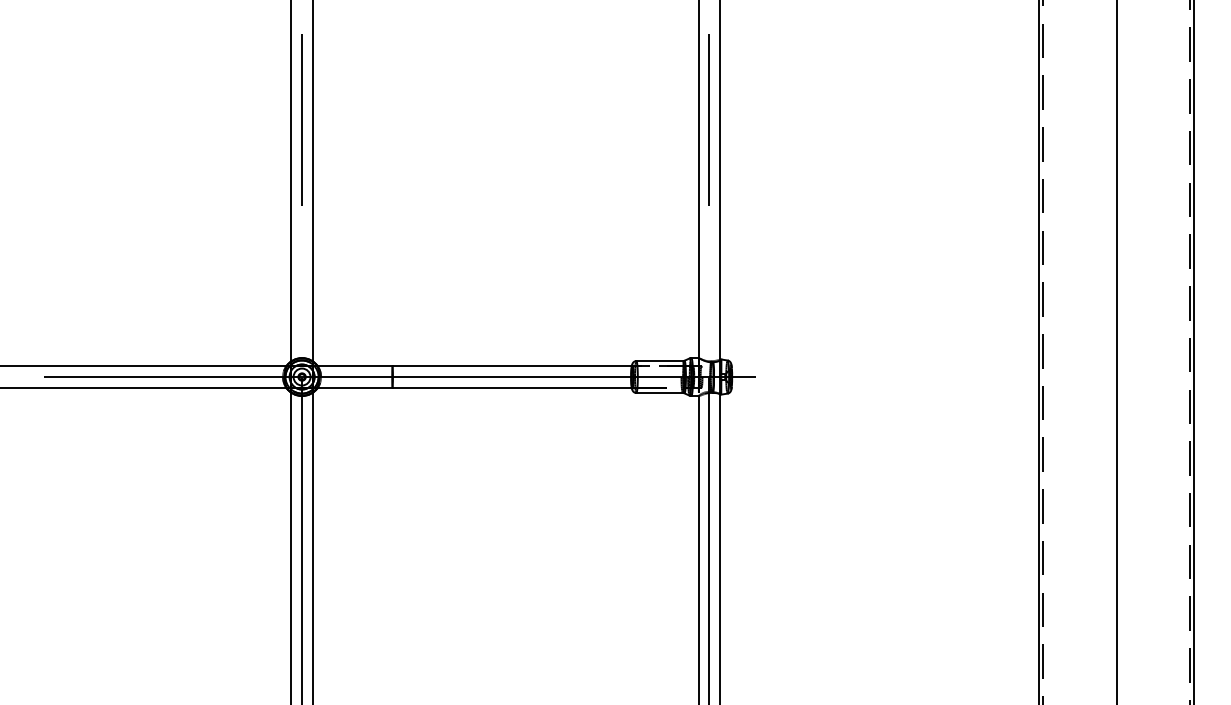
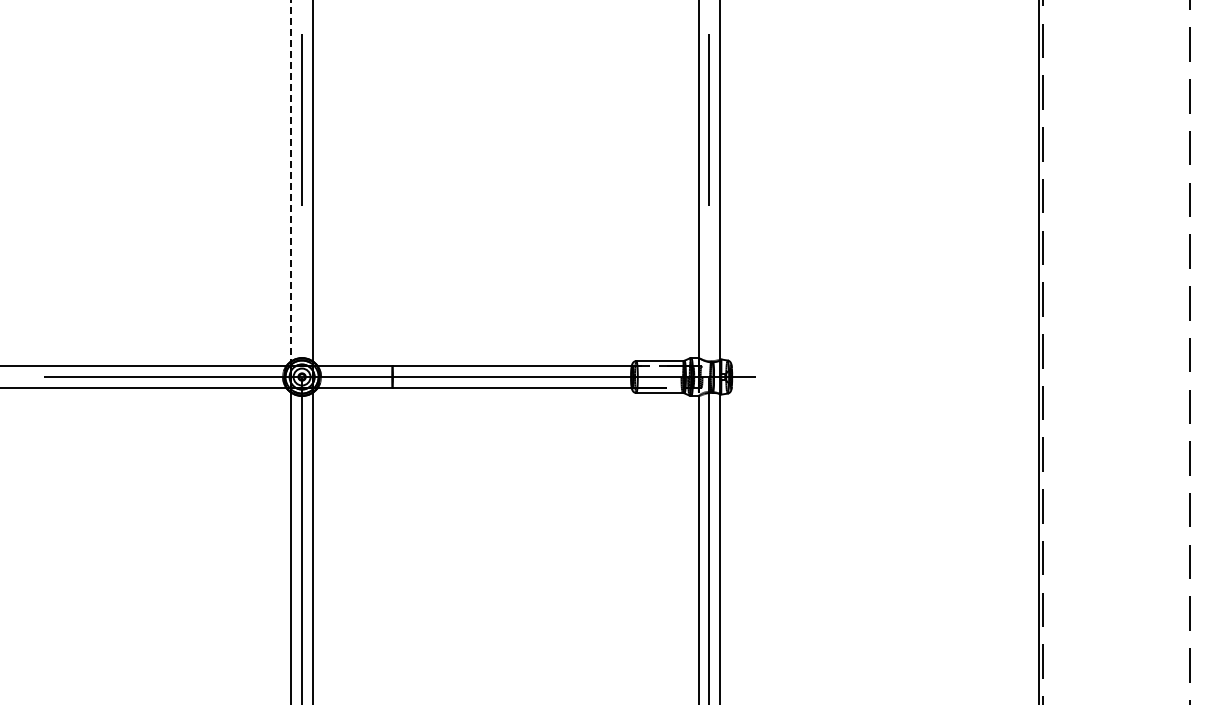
line at (291, 180): solid -> dashed
line at (1116, 351): present -> none
line at (1194, 351): present -> none
